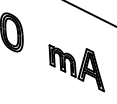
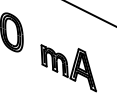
part at (76, 68) position: (76, 68) -> (68, 68)
